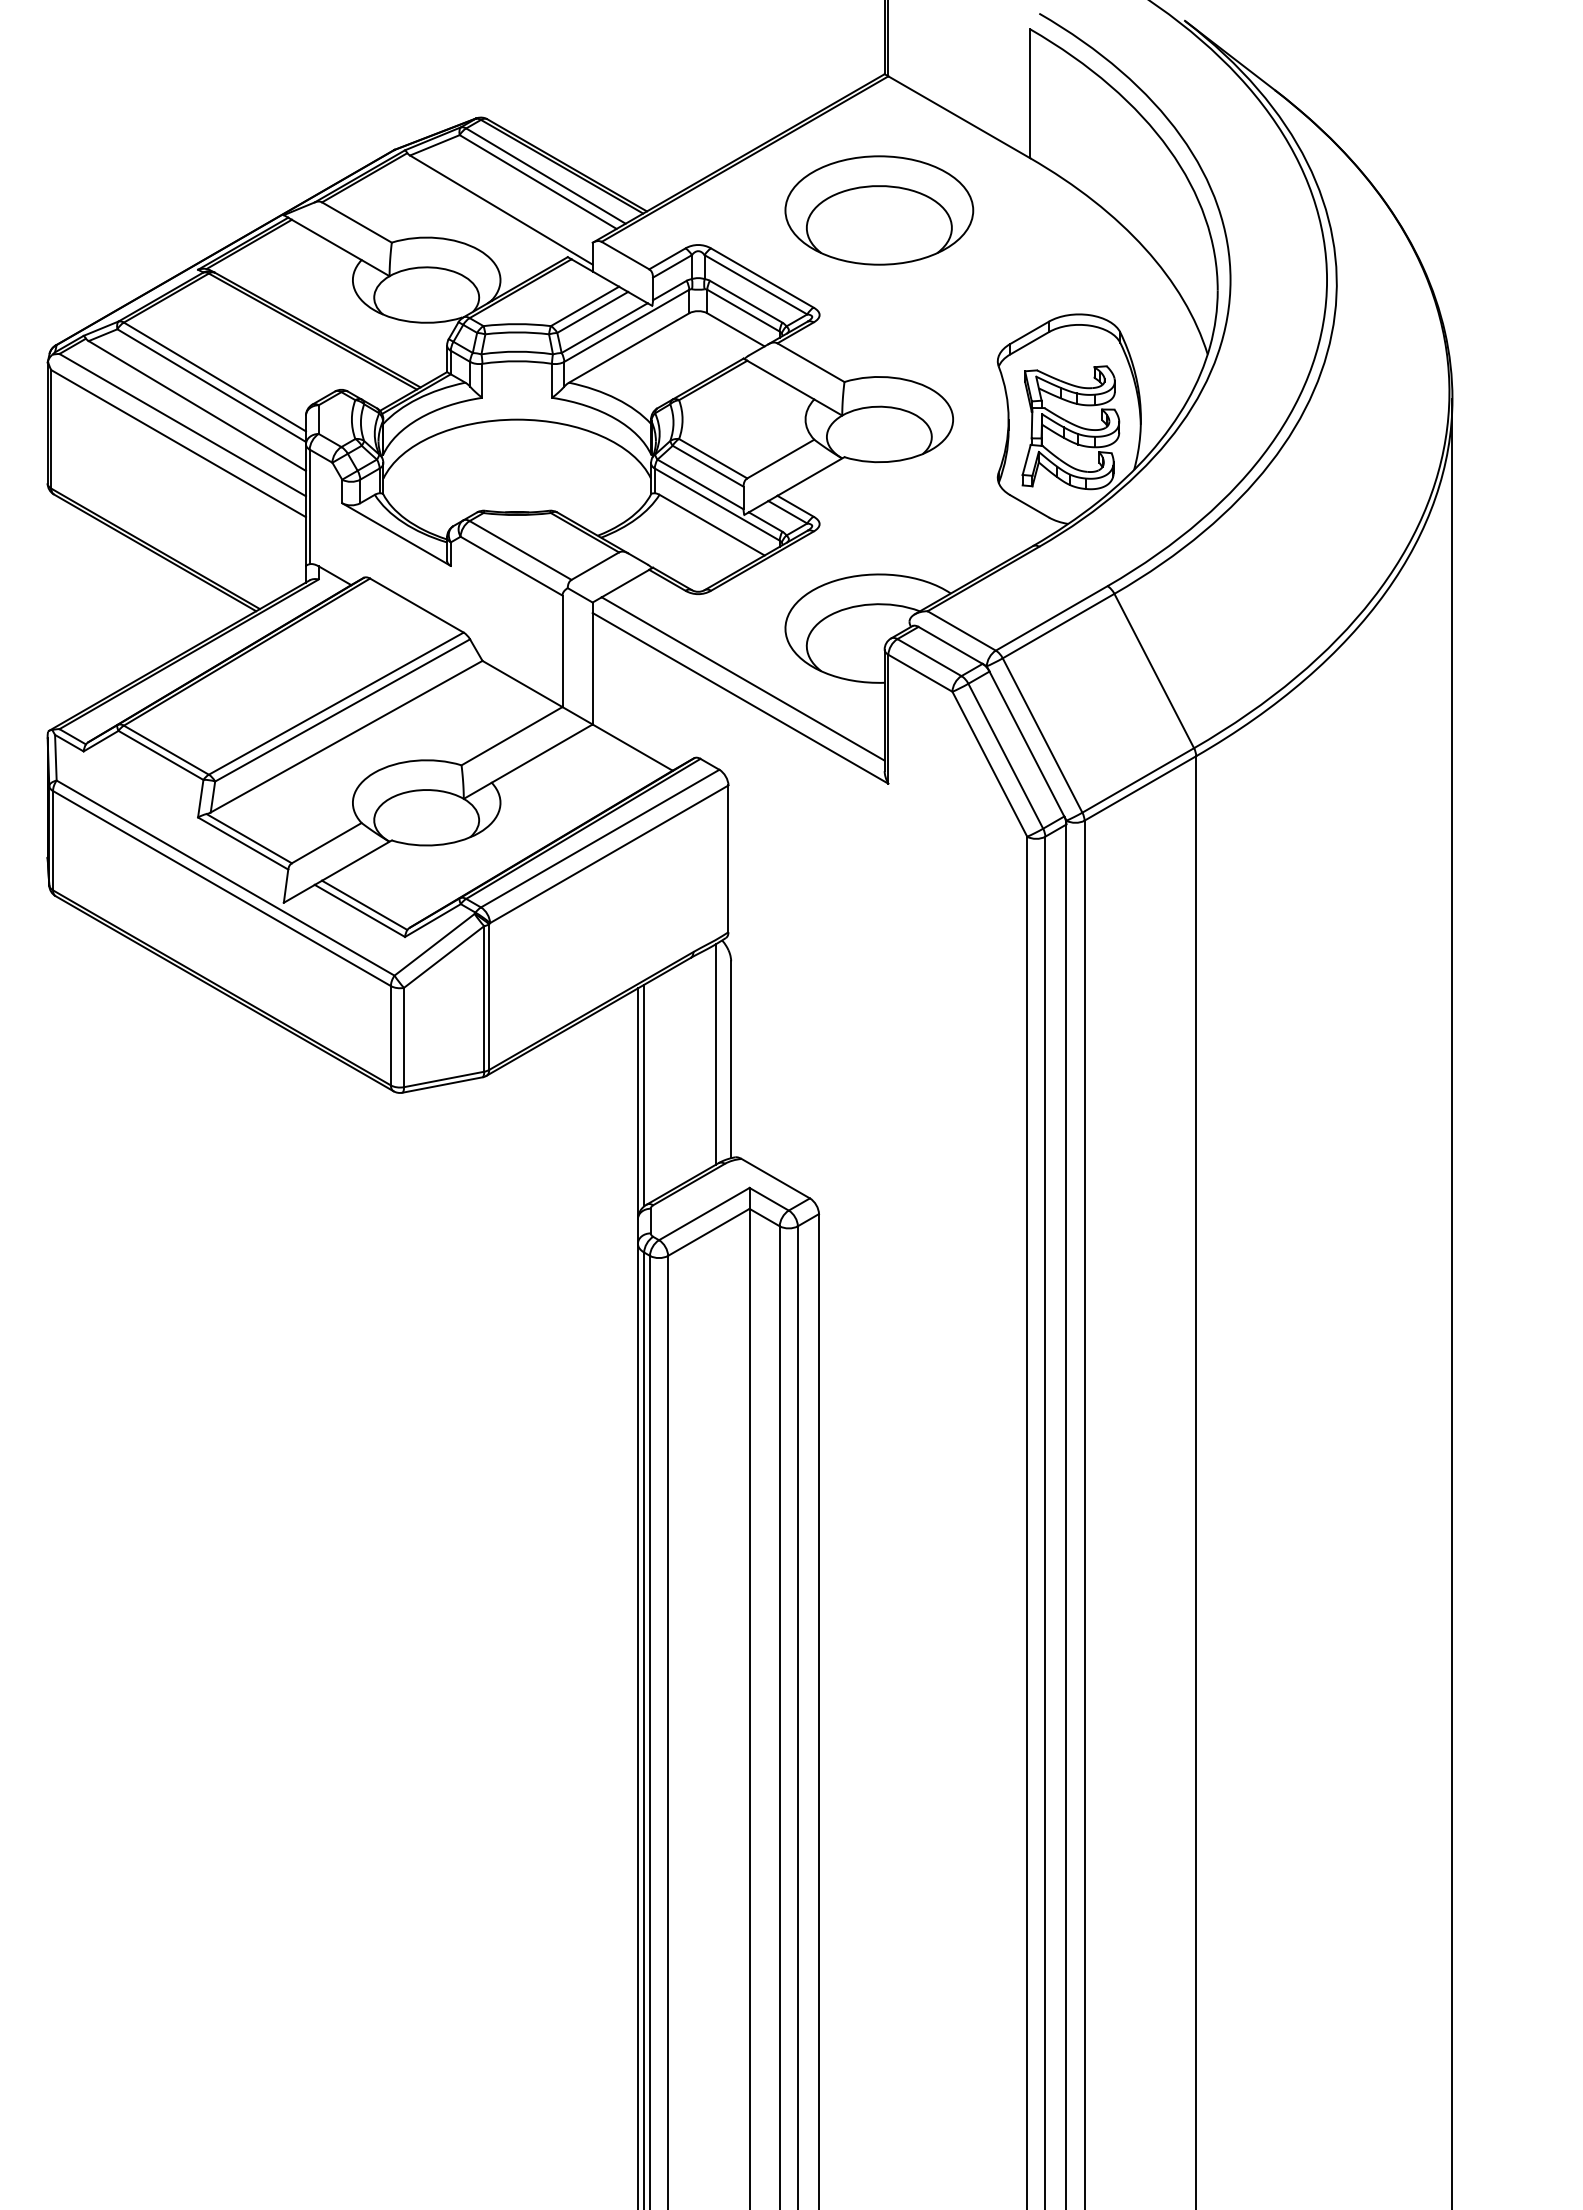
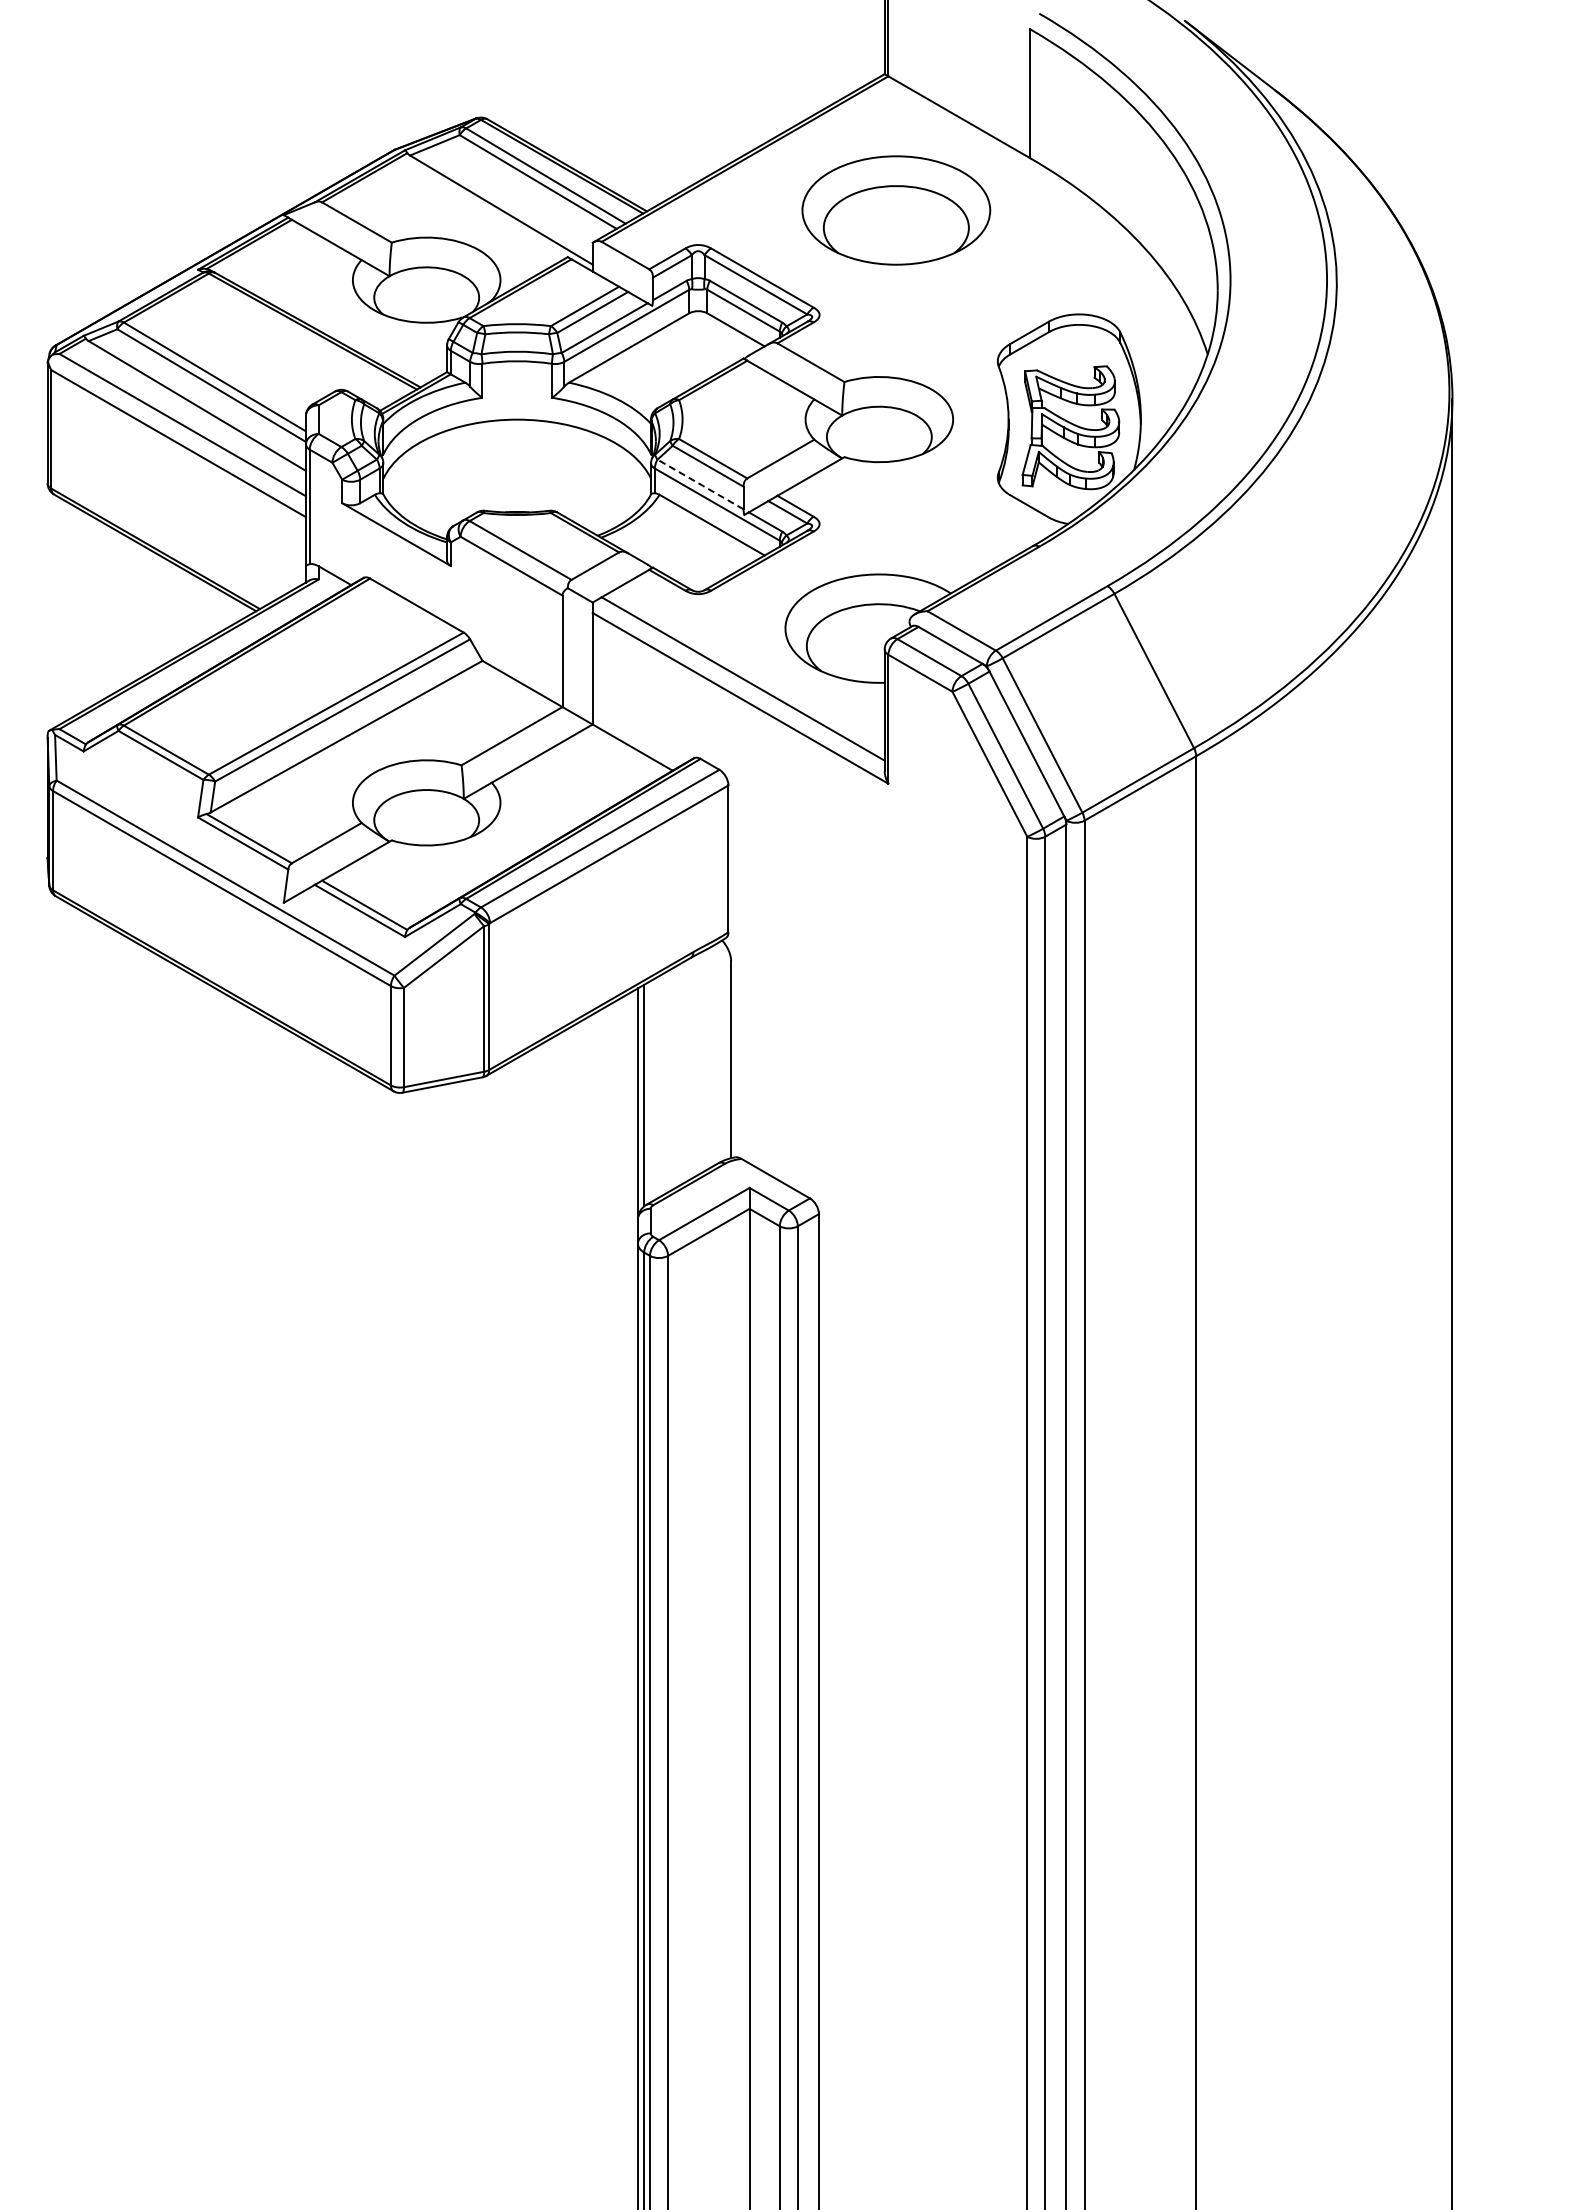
part at (879, 210) position: (879, 210) -> (896, 210)
line at (700, 484): solid -> dashed
line at (715, 1054): present -> none
